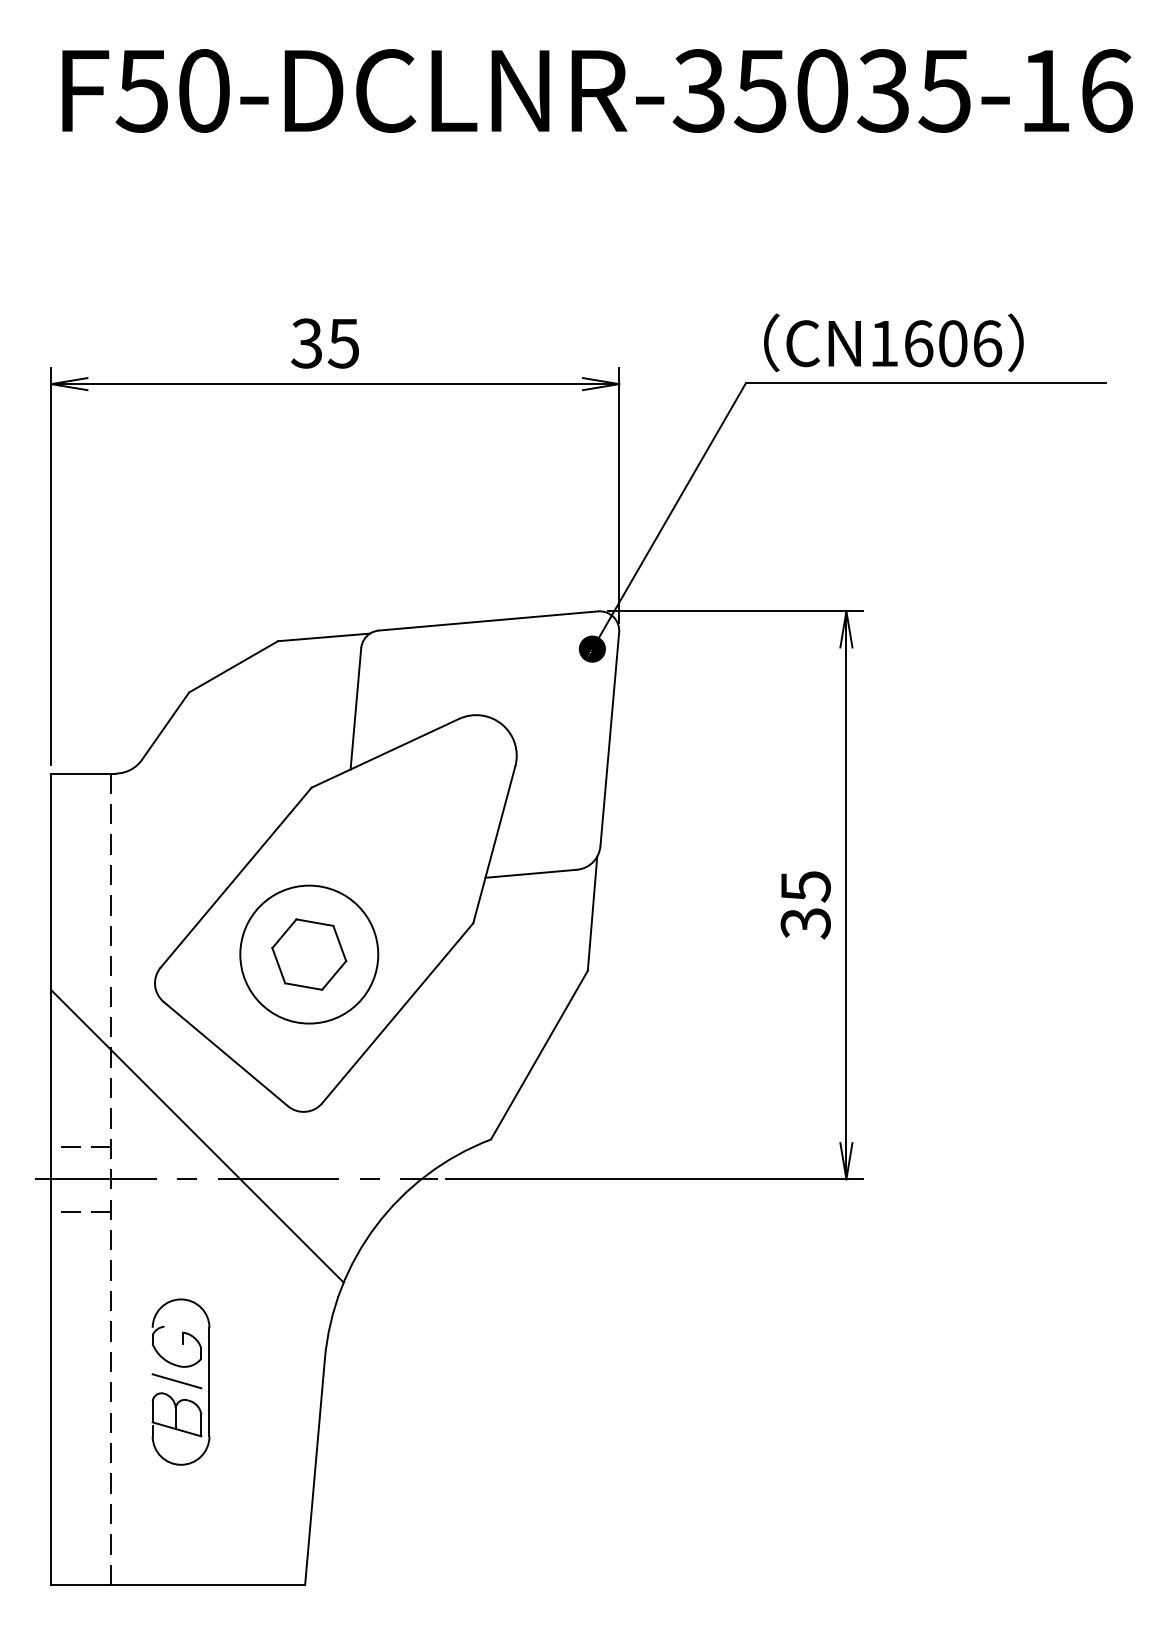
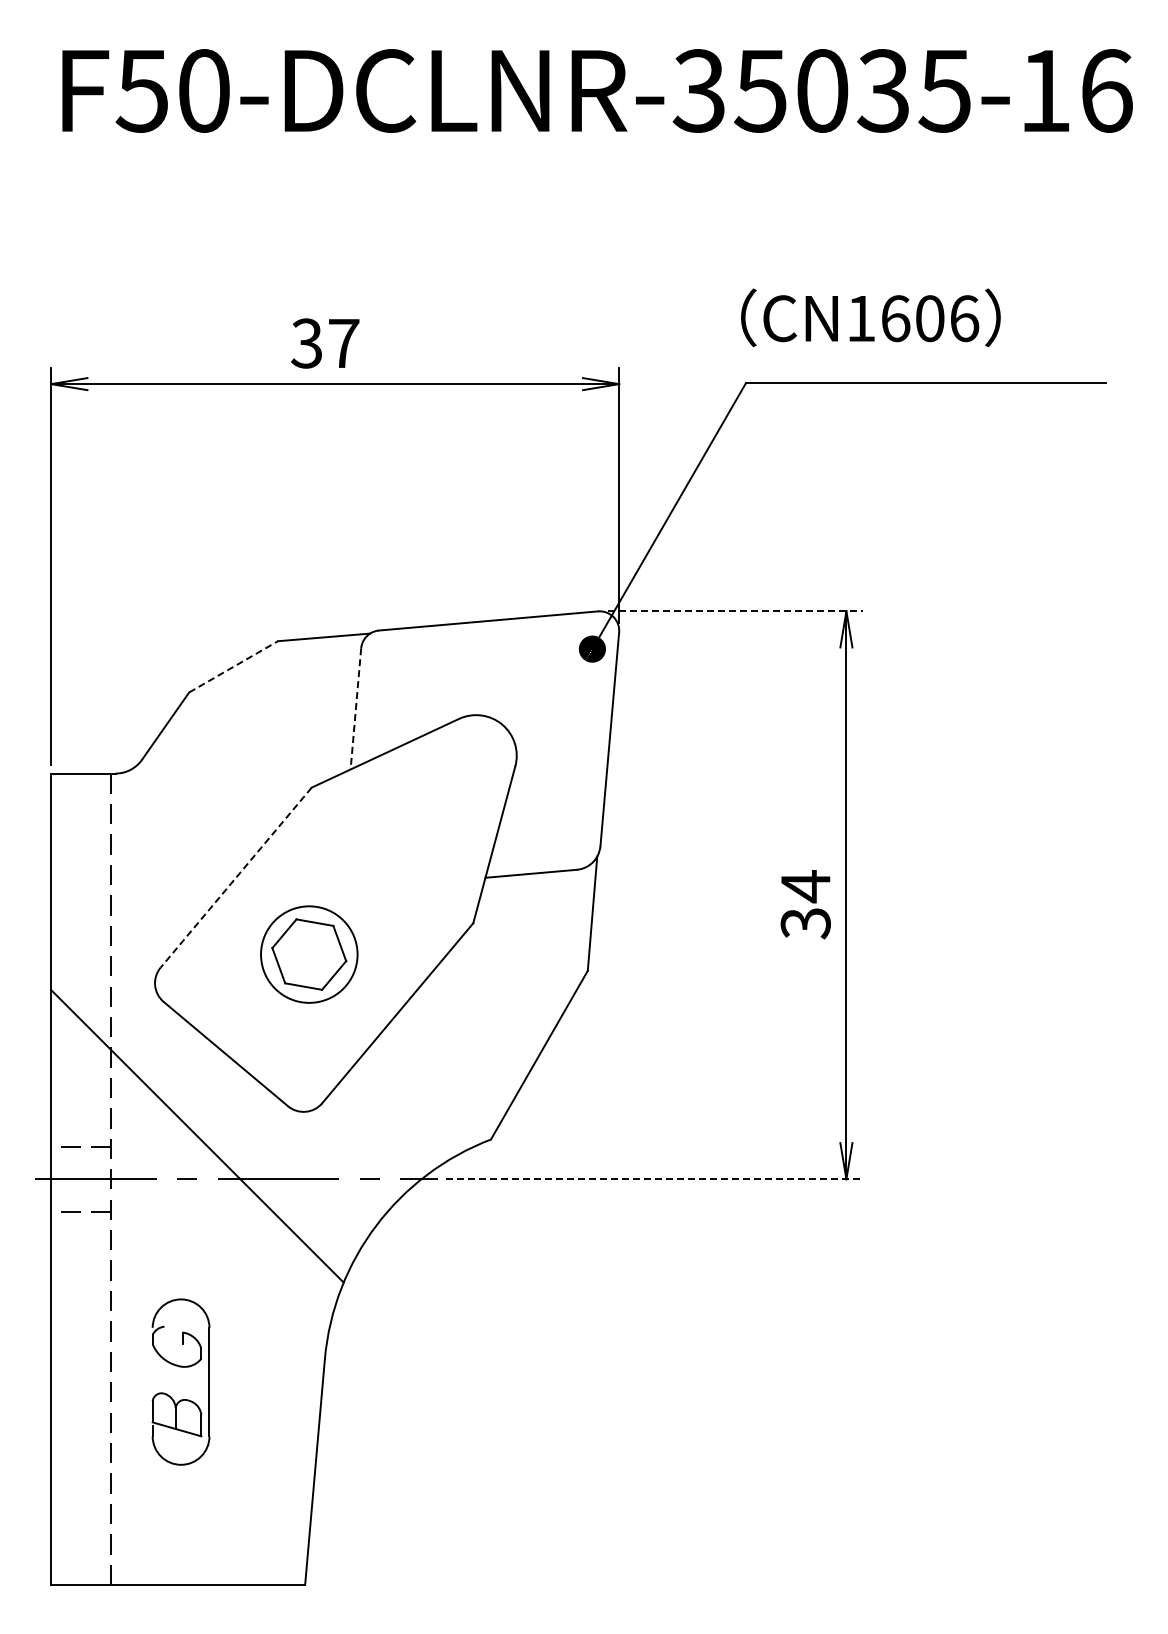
text at (893, 342) position: (893, 342) -> (870, 317)
text at (343, 343): 35 -> 37
line at (735, 611): solid -> dashed
line at (234, 666): solid -> dashed
line at (355, 708): solid -> dashed
line at (235, 878): solid -> dashed
text at (805, 886): 35 -> 34
circle at (309, 954) diameter: 138 px -> 97 px
line at (654, 1179): solid -> dashed
line at (176, 1381): present -> none
